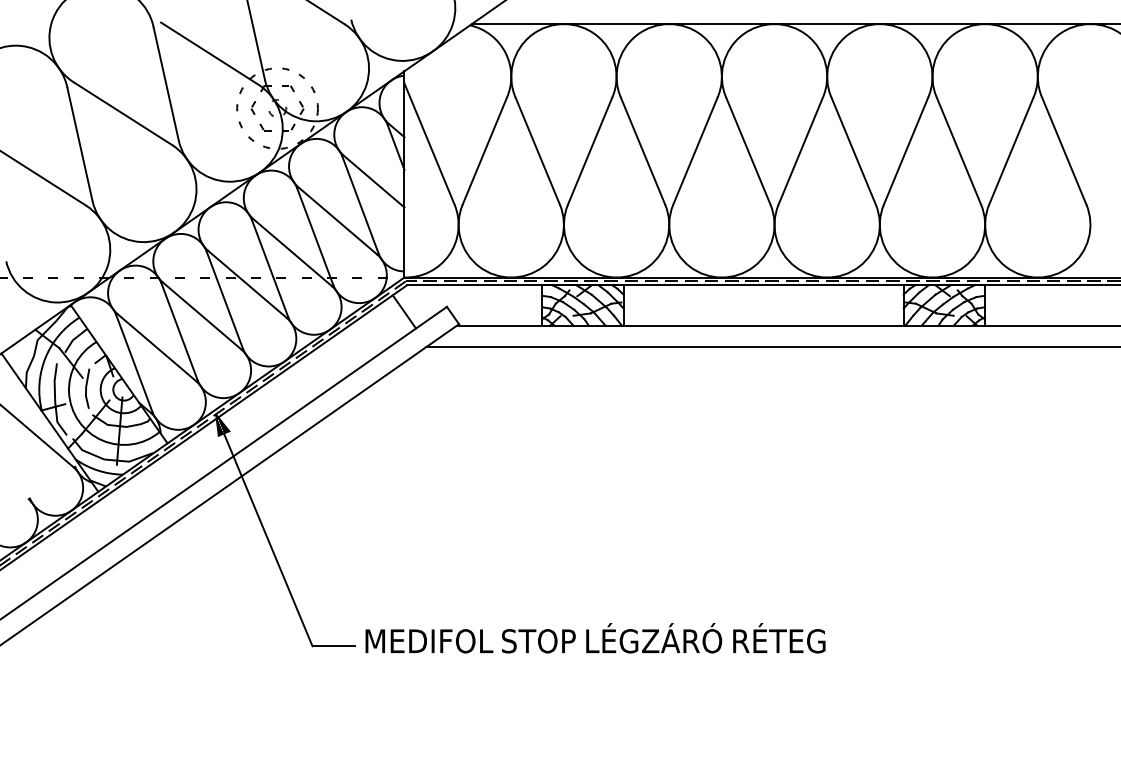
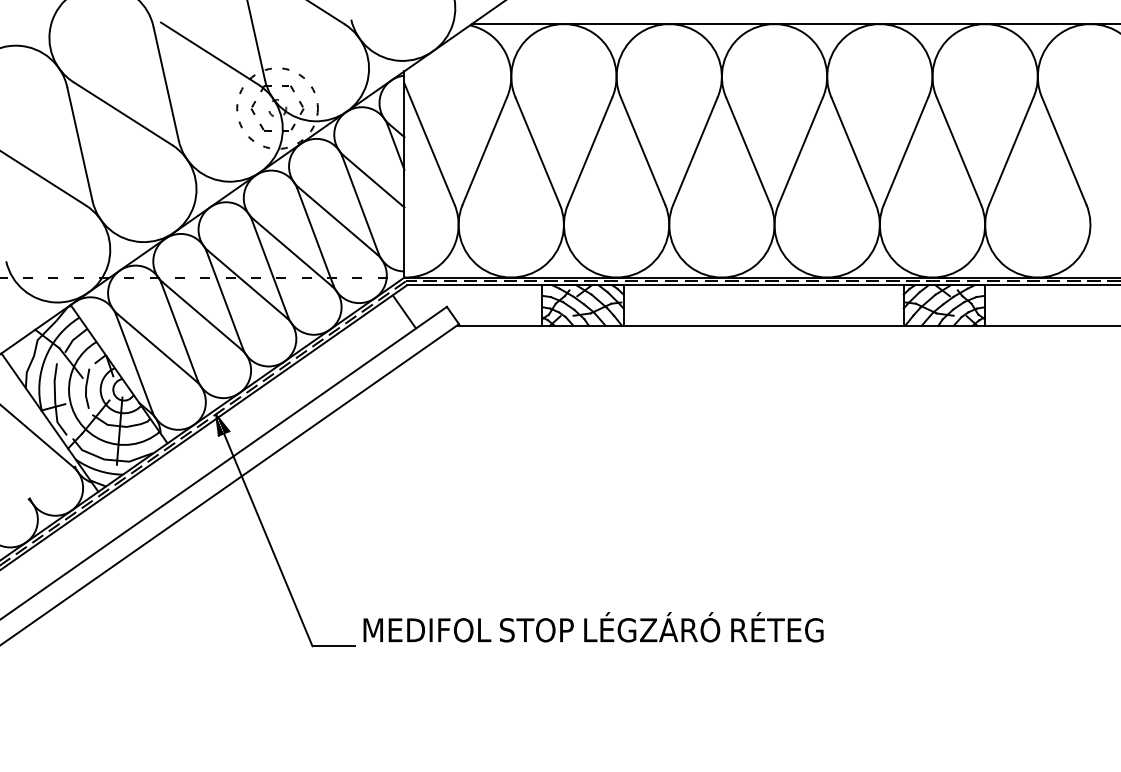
line at (771, 347): present -> none
text at (595, 638) position: (595, 638) -> (593, 627)
